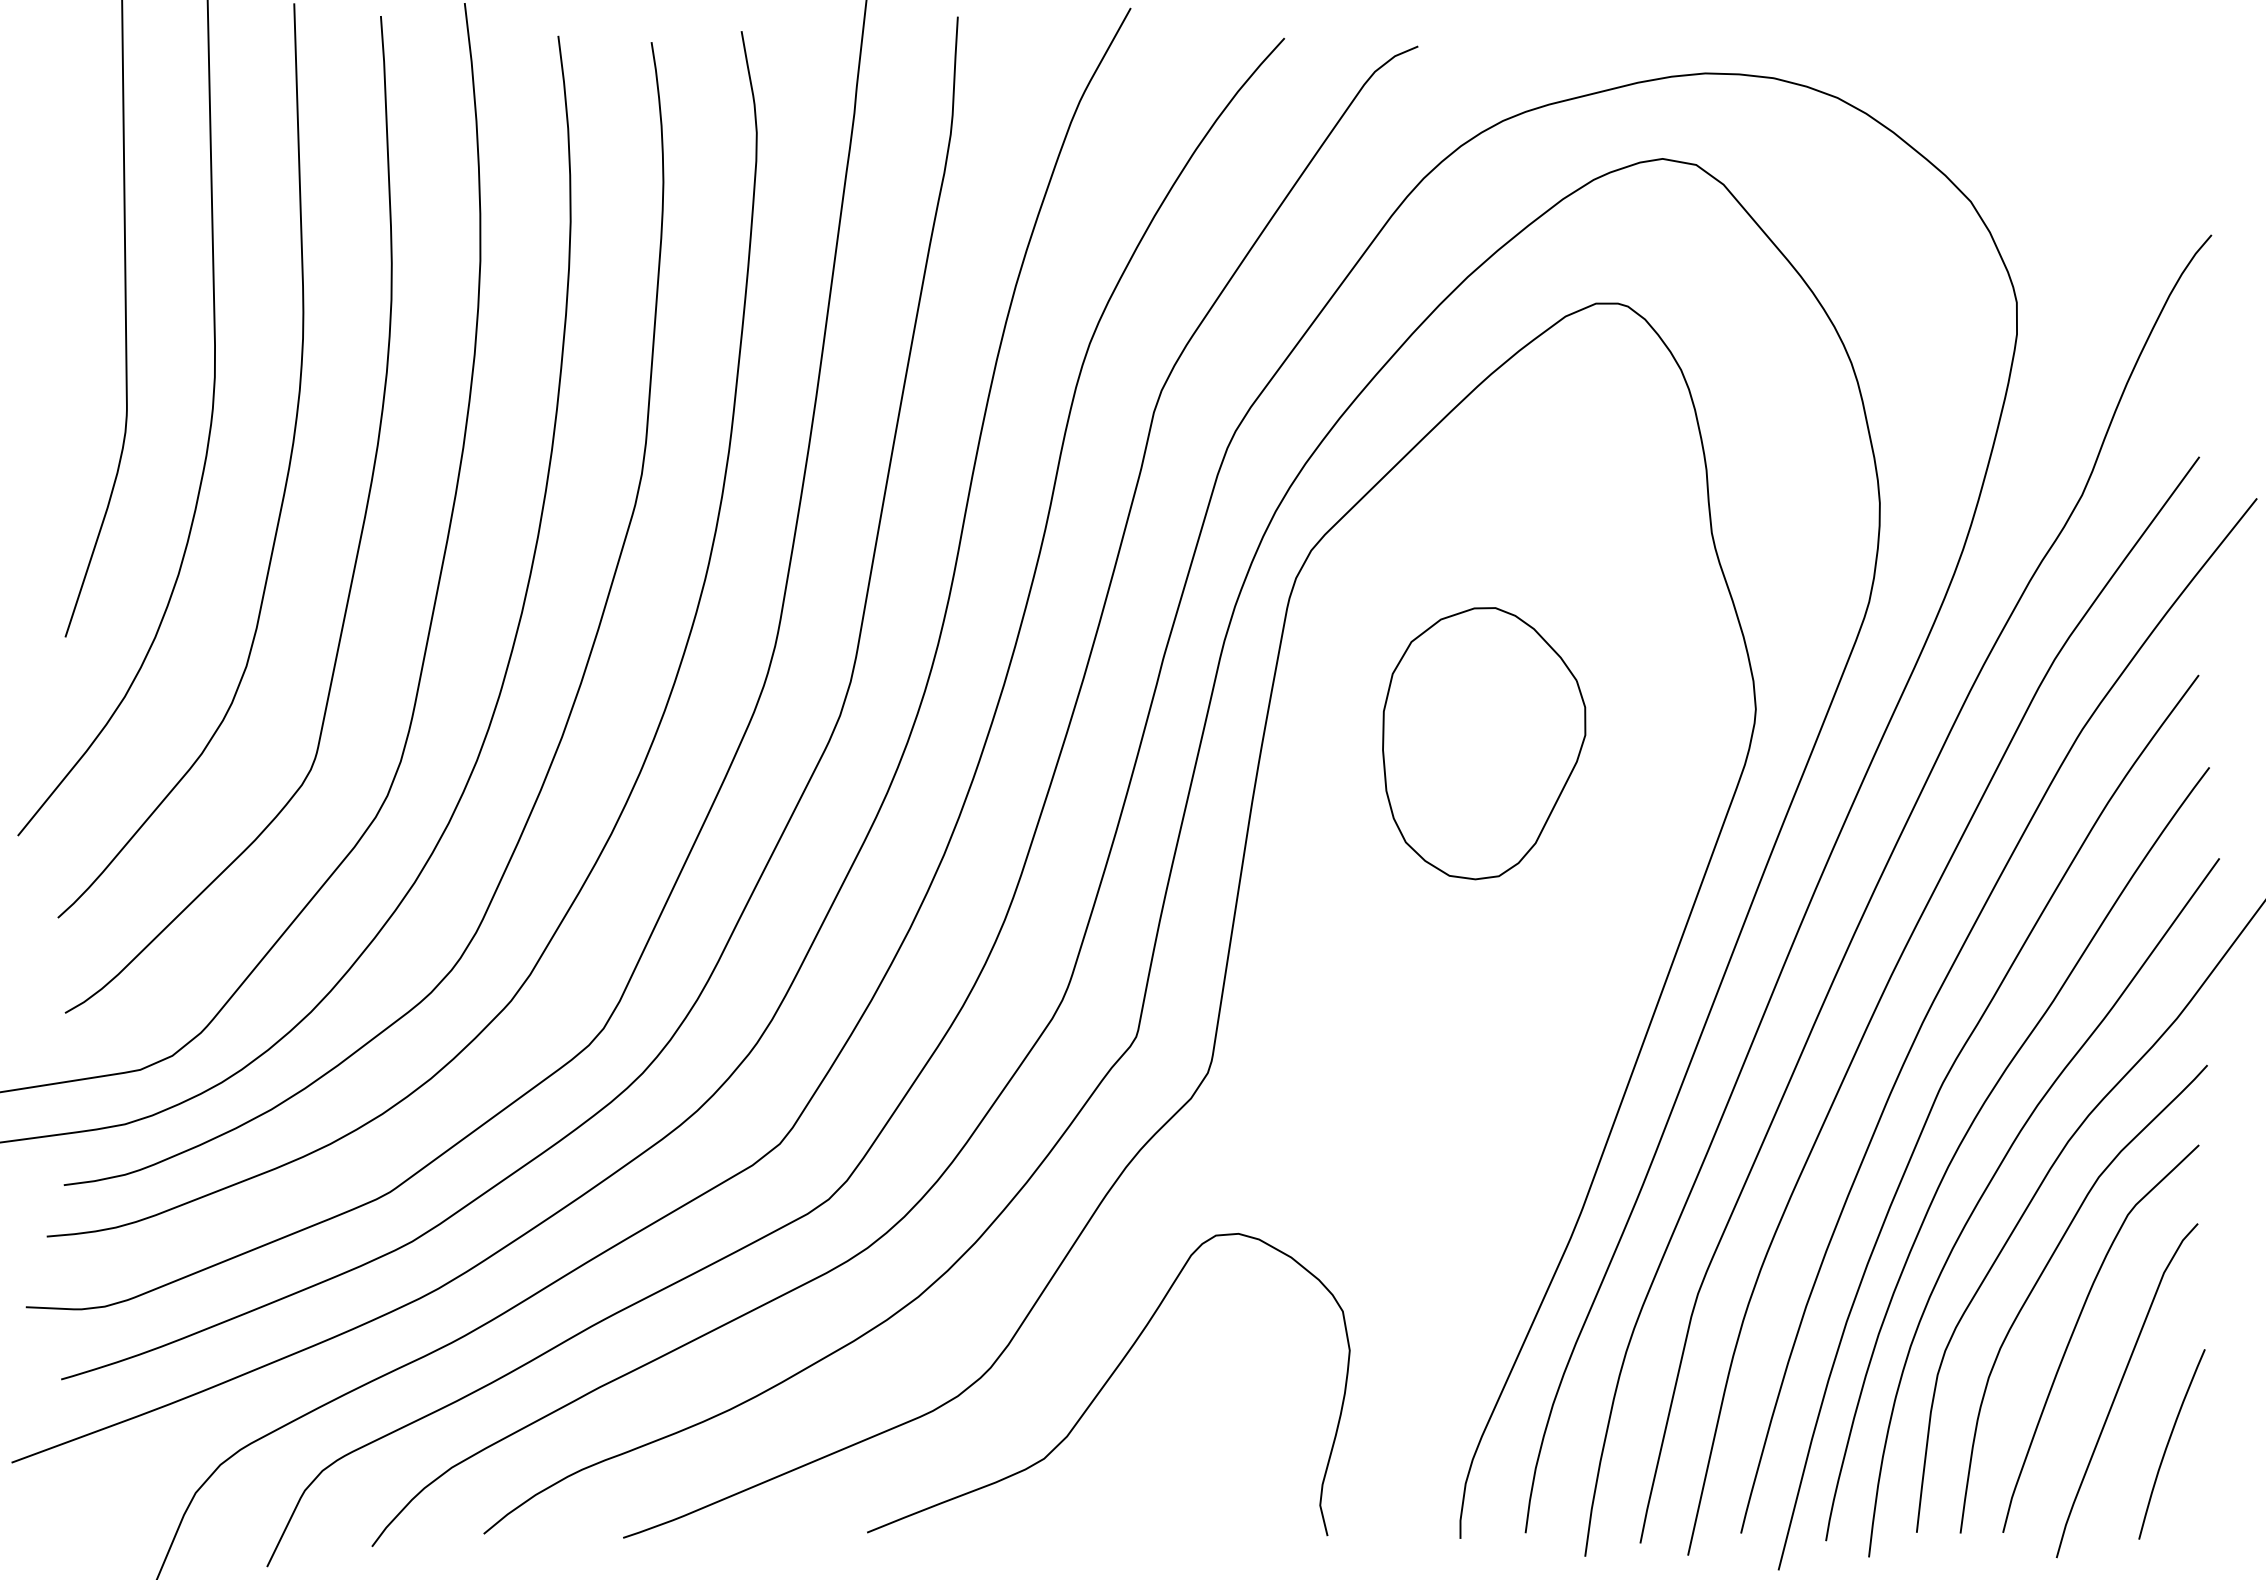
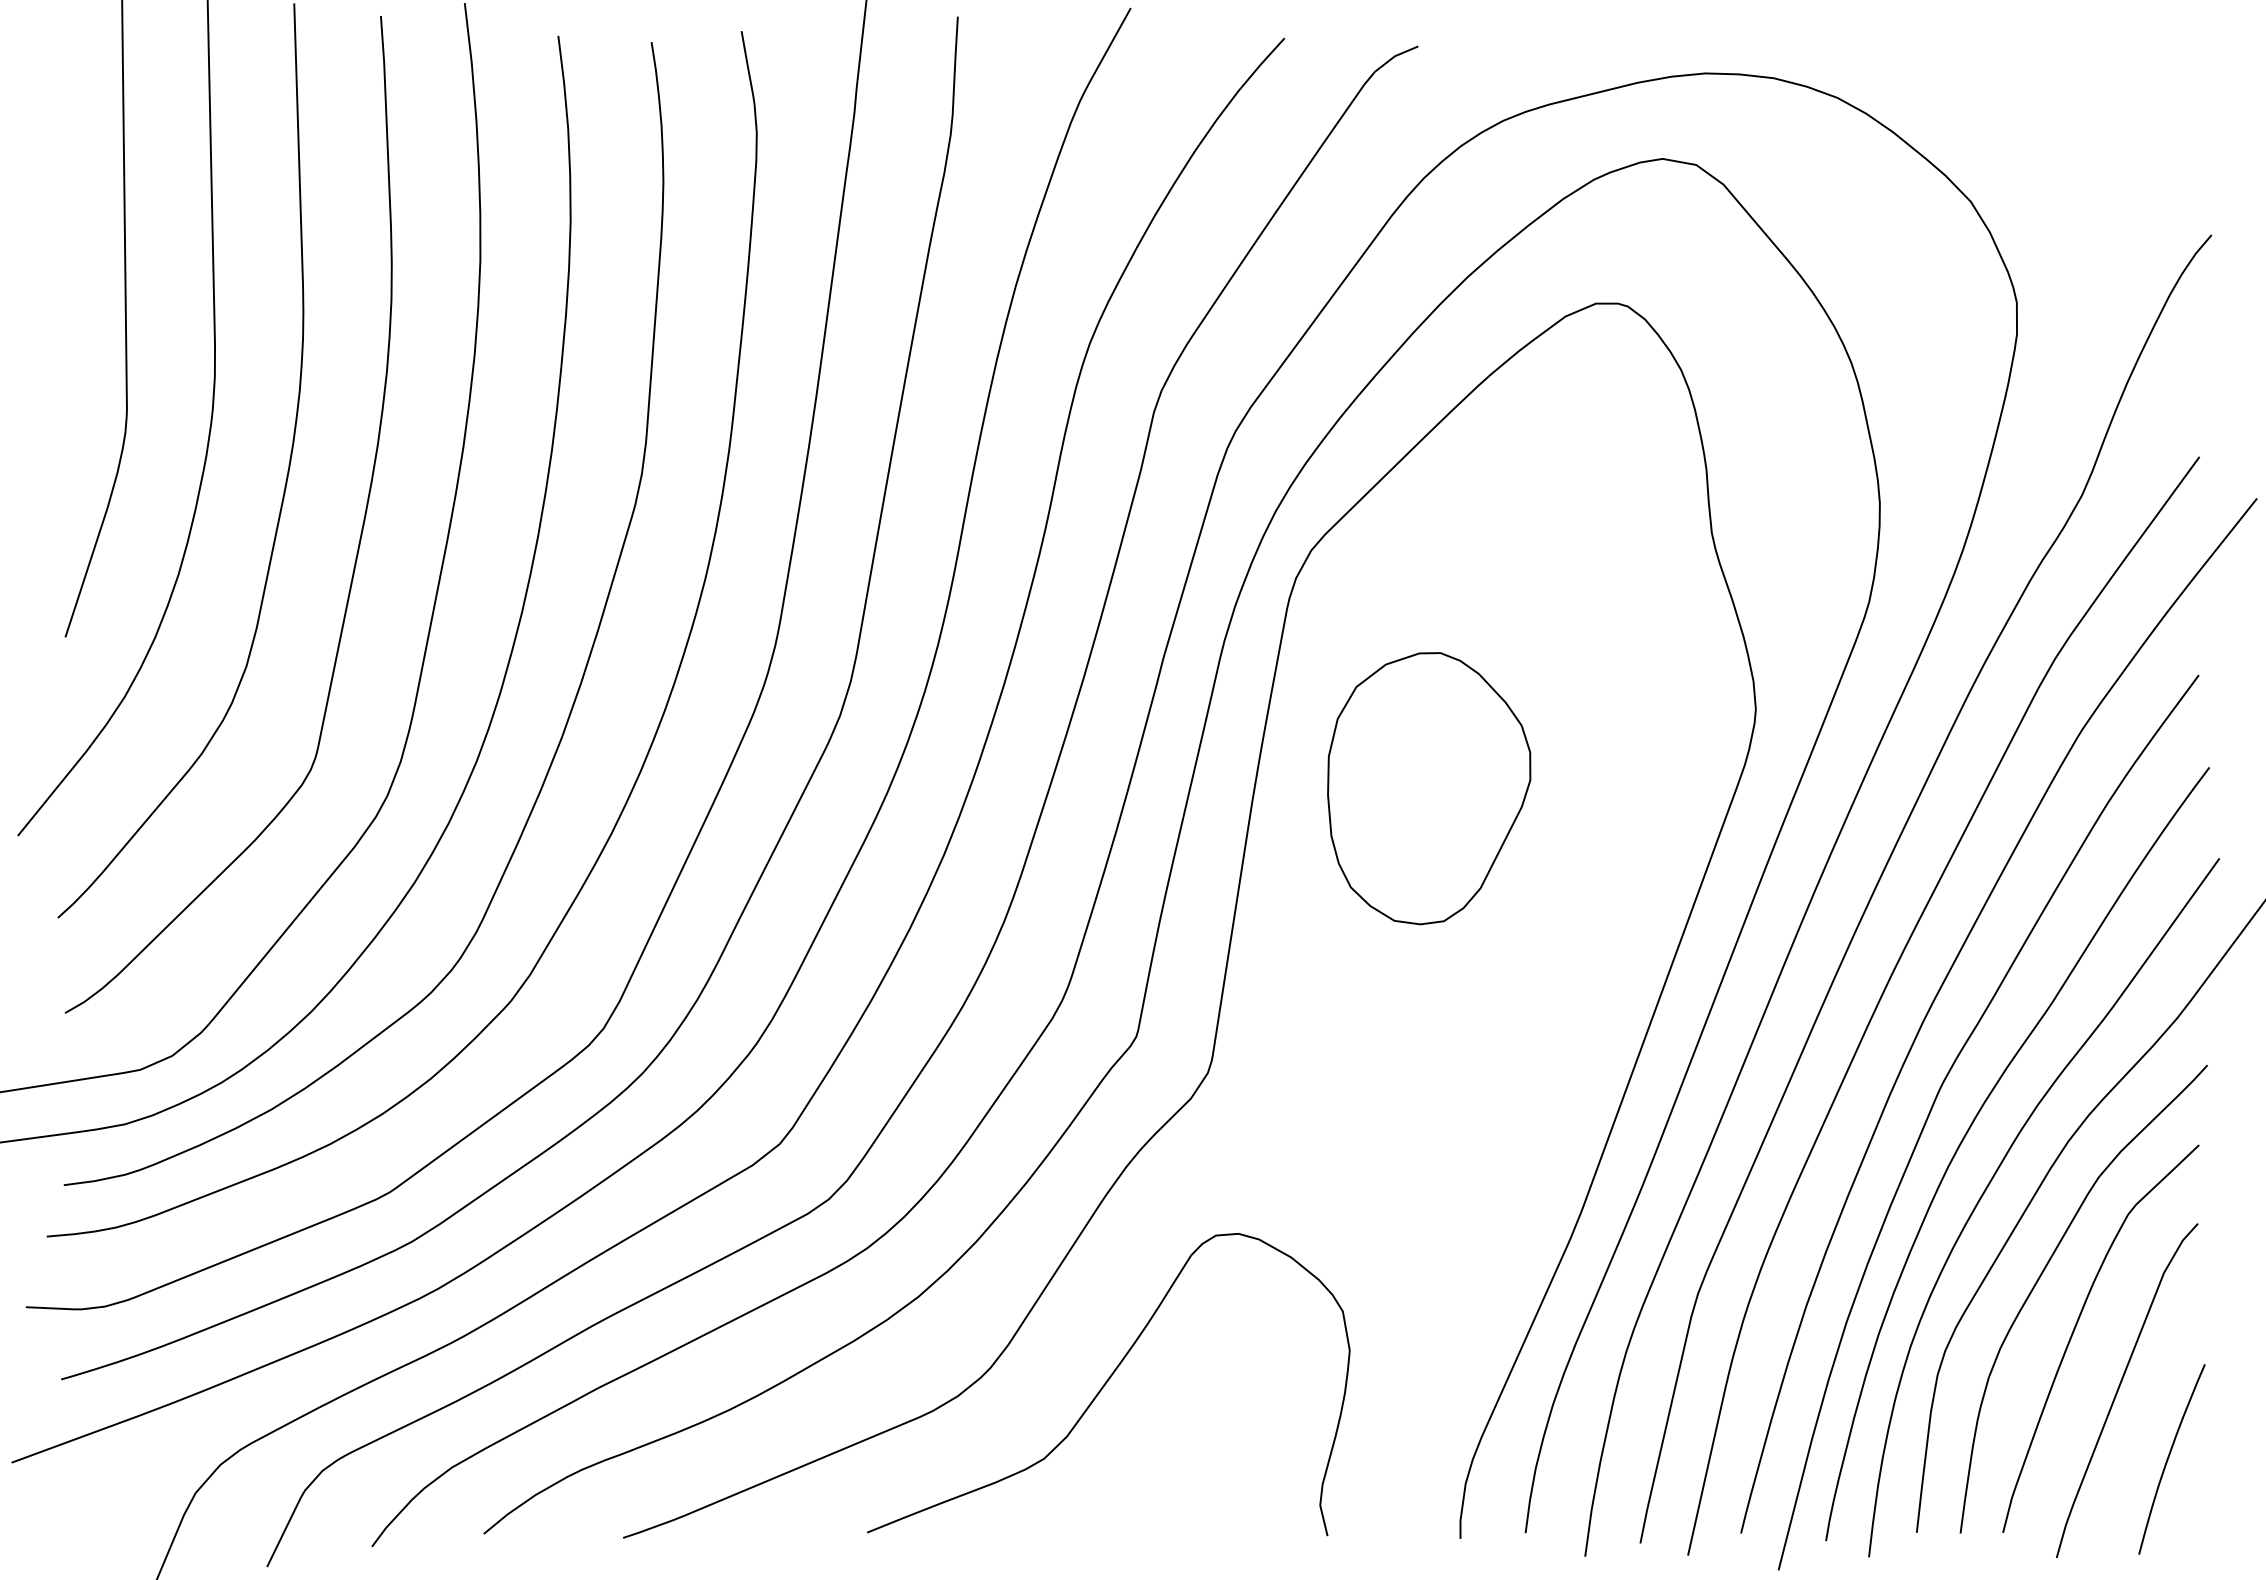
part at (1484, 743) position: (1484, 743) -> (1429, 788)
curve at (2169, 1442) position: (2169, 1442) -> (2169, 1457)
